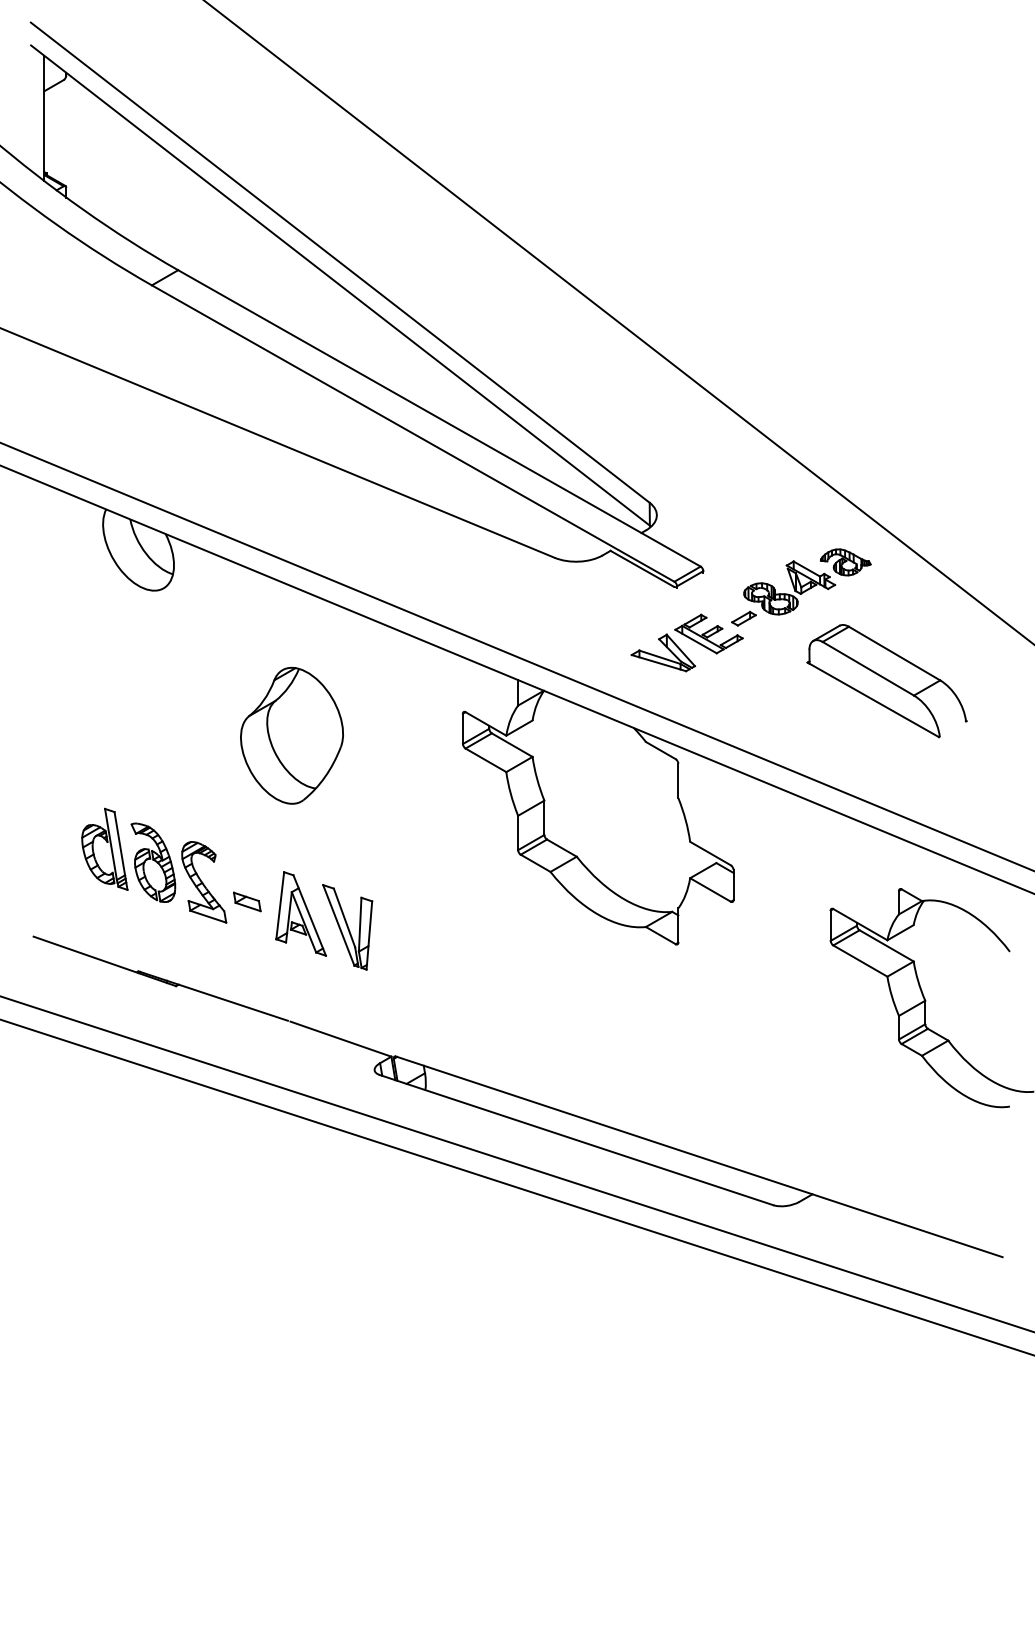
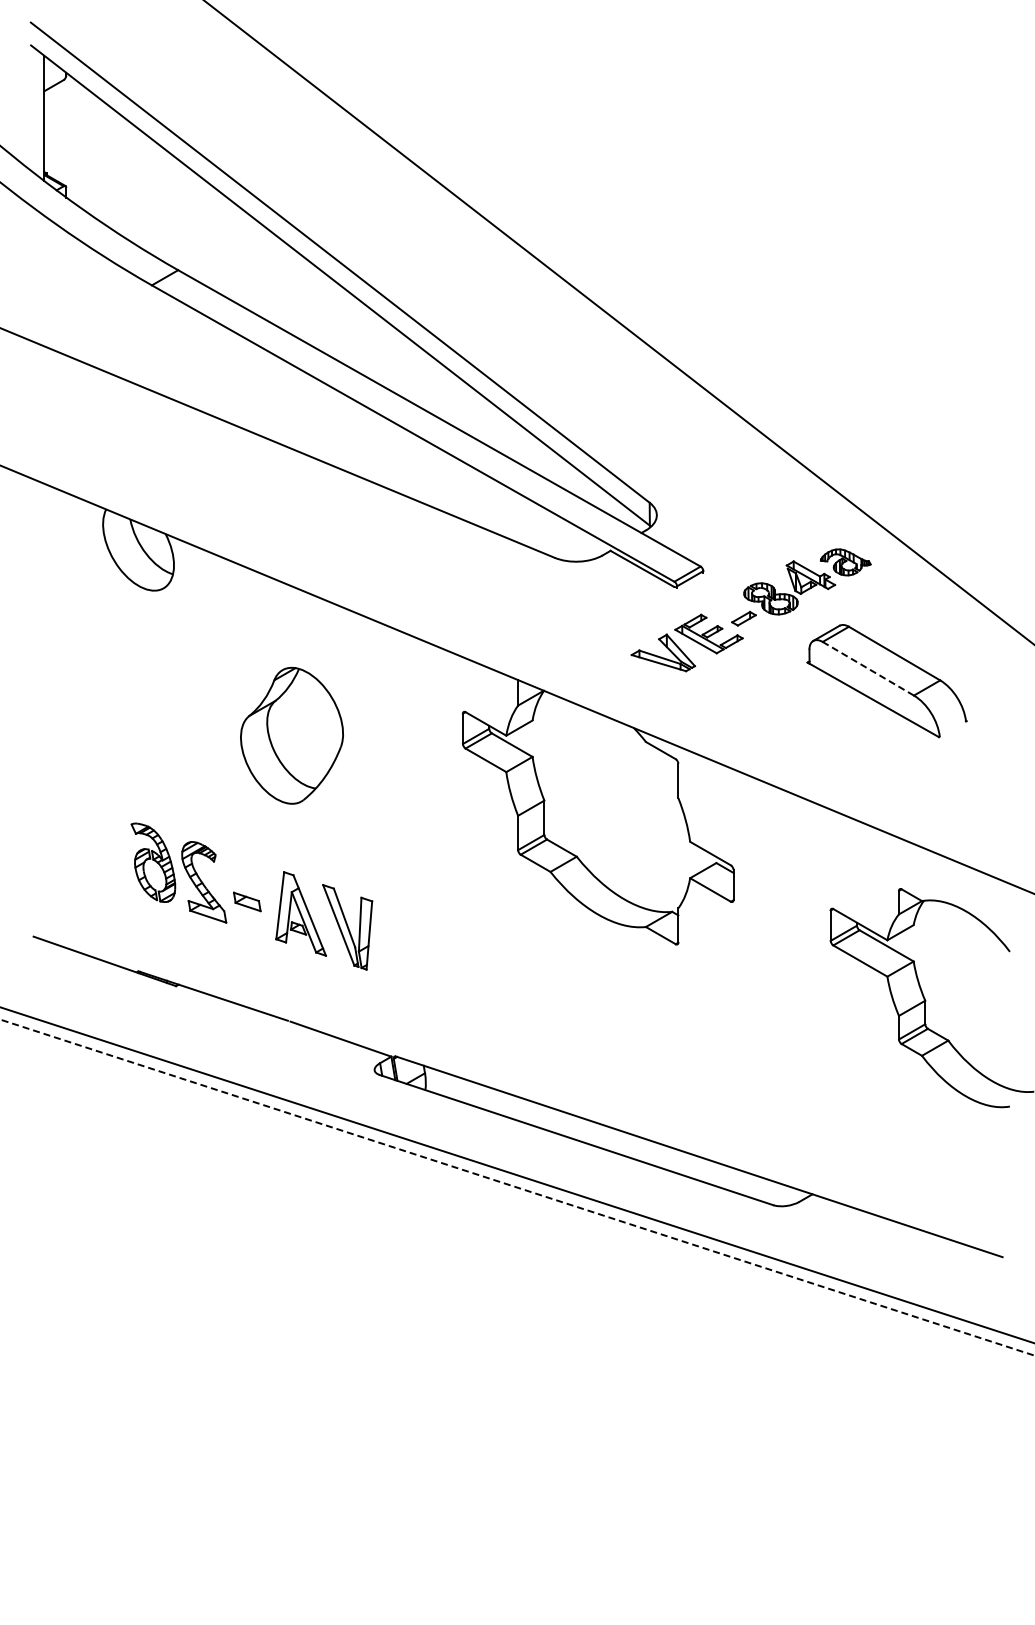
line at (516, 656): present -> none
line at (868, 668): solid -> dashed
part at (104, 848): present -> none
line at (516, 1164) position: (516, 1164) -> (516, 1174)
line at (517, 1187): solid -> dashed
